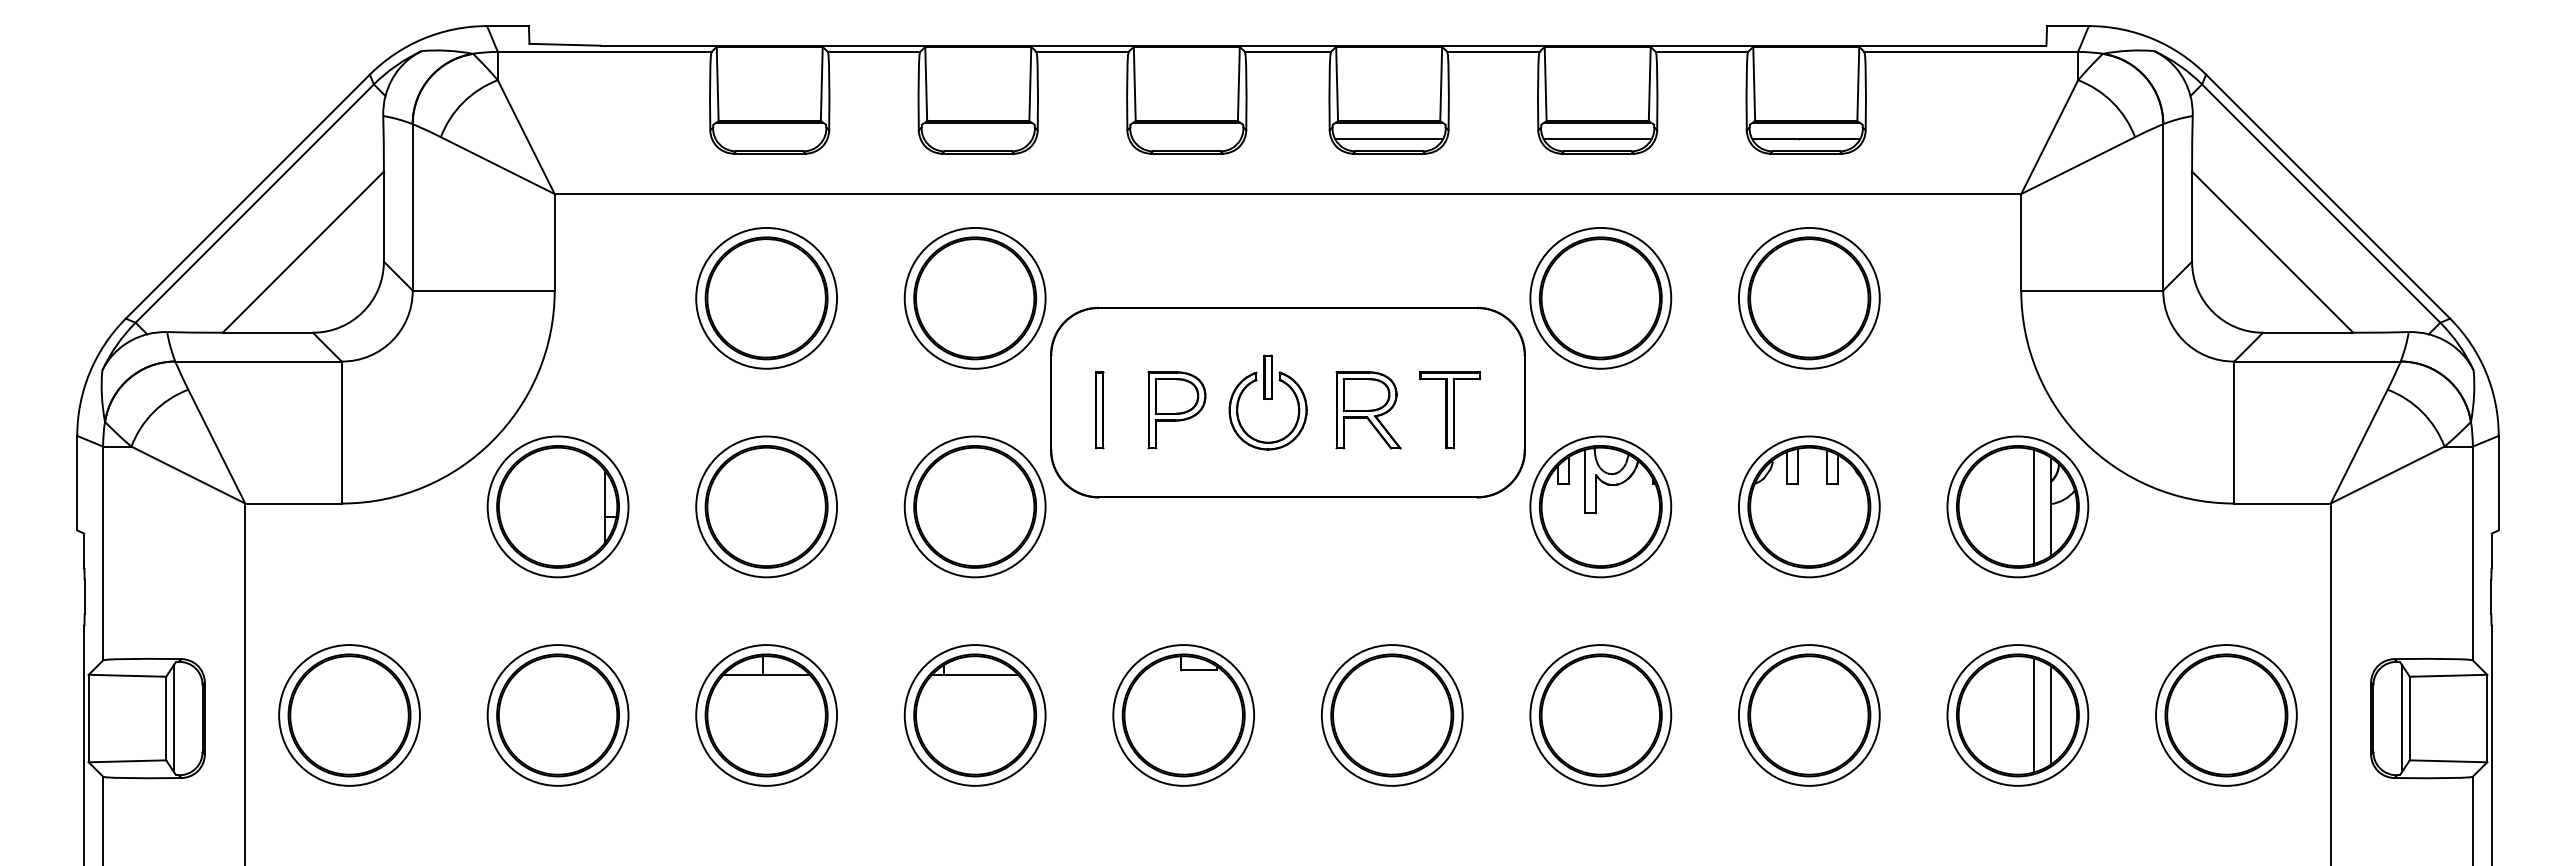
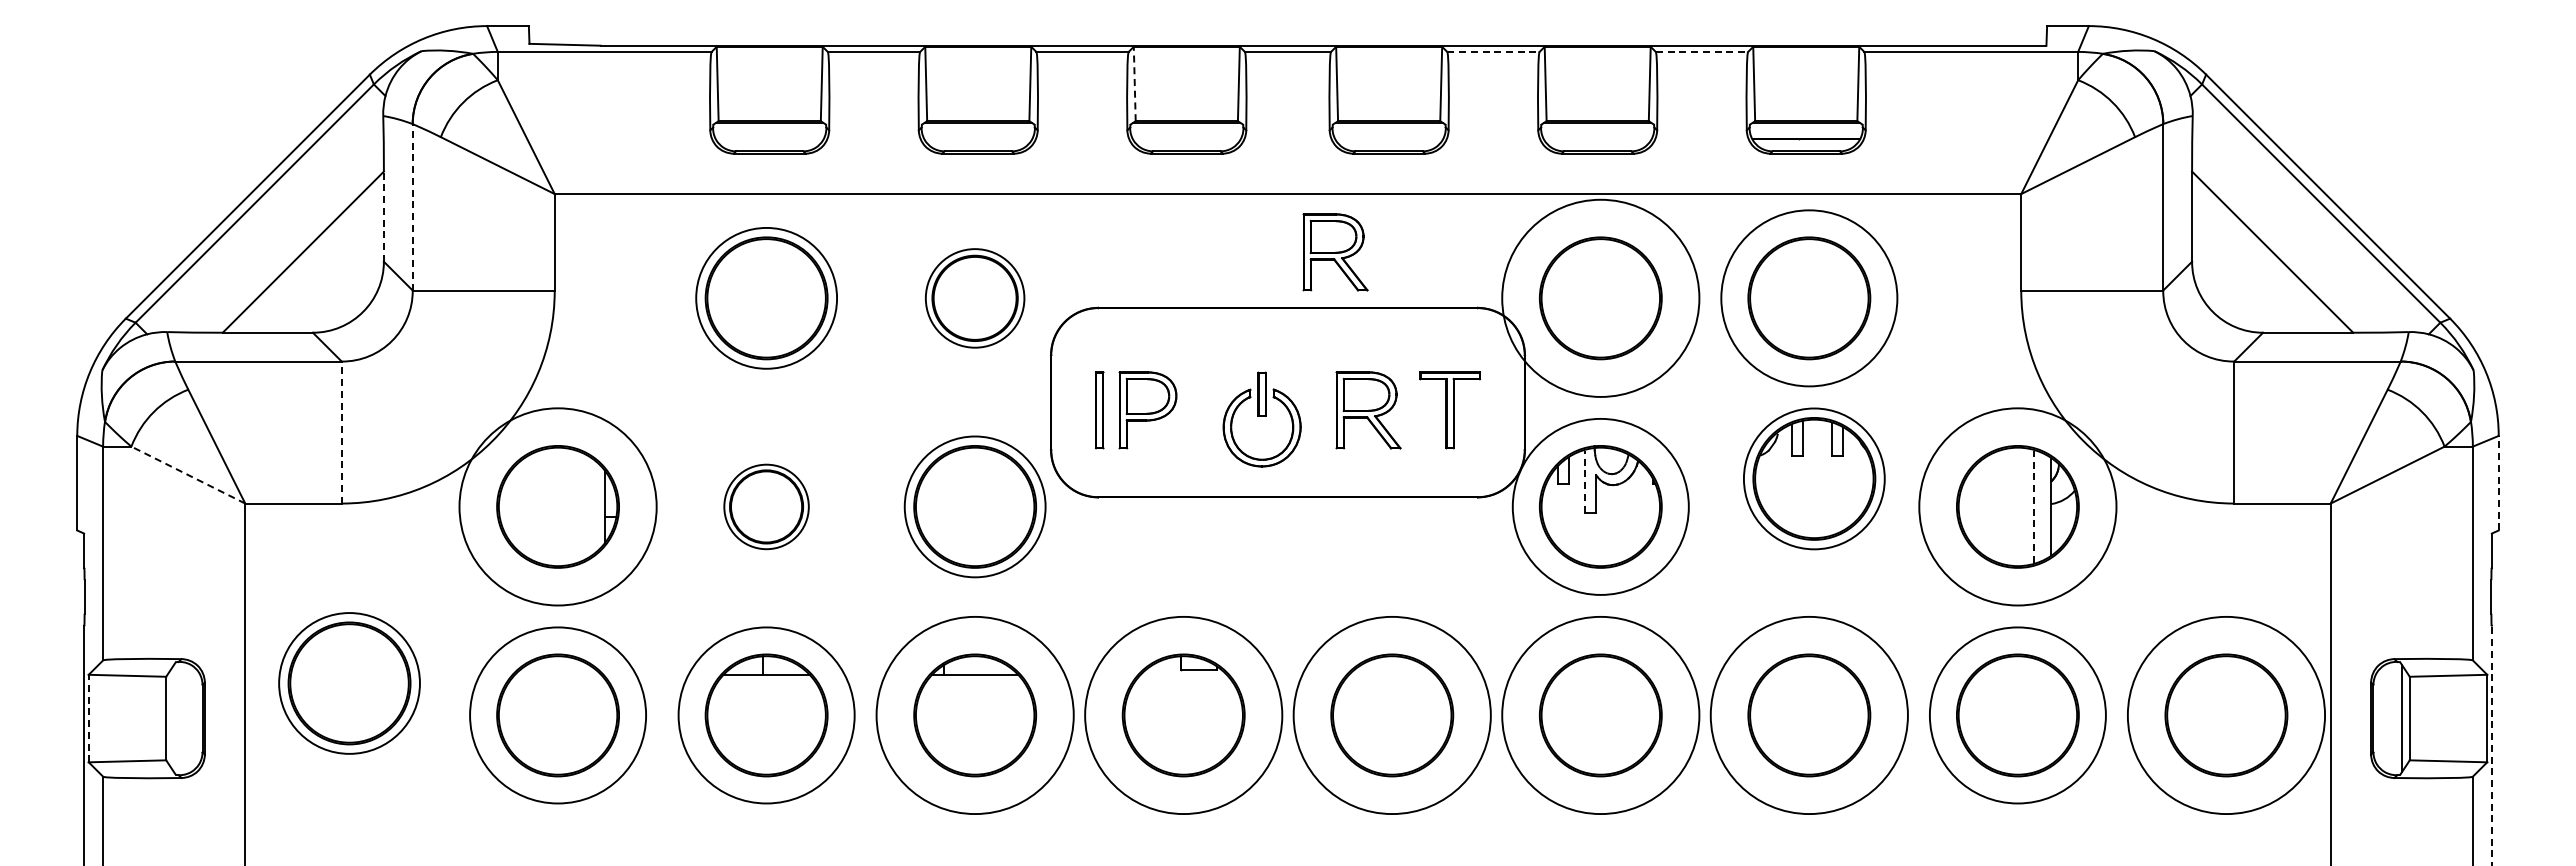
line at (1493, 51): solid -> dashed
line at (1702, 51): solid -> dashed
line at (1134, 83): solid -> dashed
line at (1389, 139): present -> none
line at (1597, 139): present -> none
line at (412, 206): solid -> dashed
line at (383, 216): solid -> dashed
part at (1335, 252): none -> present
circle at (1600, 297) diameter: 141 px -> 197 px
circle at (1808, 297) diameter: 141 px -> 176 px
part at (974, 298) size: 144x143 px -> 101x101 px
part at (1267, 402) position: (1267, 402) -> (1261, 419)
part at (1176, 410) position: (1176, 410) -> (1147, 410)
line at (341, 432): solid -> dashed
line at (188, 475): solid -> dashed
line at (1585, 481): solid -> dashed
line at (2498, 482): solid -> dashed
circle at (557, 506) diameter: 141 px -> 197 px
part at (766, 506) size: 143x144 px -> 87x88 px
circle at (1600, 506) diameter: 141 px -> 176 px
part at (1809, 506) position: (1809, 506) -> (1814, 478)
circle at (2017, 506) diameter: 141 px -> 197 px
line at (2034, 506): solid -> dashed
part at (349, 715) position: (349, 715) -> (349, 683)
circle at (557, 715) diameter: 141 px -> 176 px
circle at (766, 715) diameter: 141 px -> 176 px
circle at (974, 715) diameter: 141 px -> 197 px
circle at (1183, 715) diameter: 141 px -> 197 px
circle at (1391, 715) diameter: 141 px -> 197 px
circle at (1600, 715) diameter: 141 px -> 197 px
circle at (1808, 715) diameter: 141 px -> 197 px
circle at (2017, 715) diameter: 141 px -> 176 px
line at (2034, 715): present -> none
line at (2051, 715): present -> none
circle at (2226, 715) diameter: 141 px -> 197 px
line at (88, 718): solid -> dashed
line at (173, 718): present -> none
line at (2491, 745): solid -> dashed
